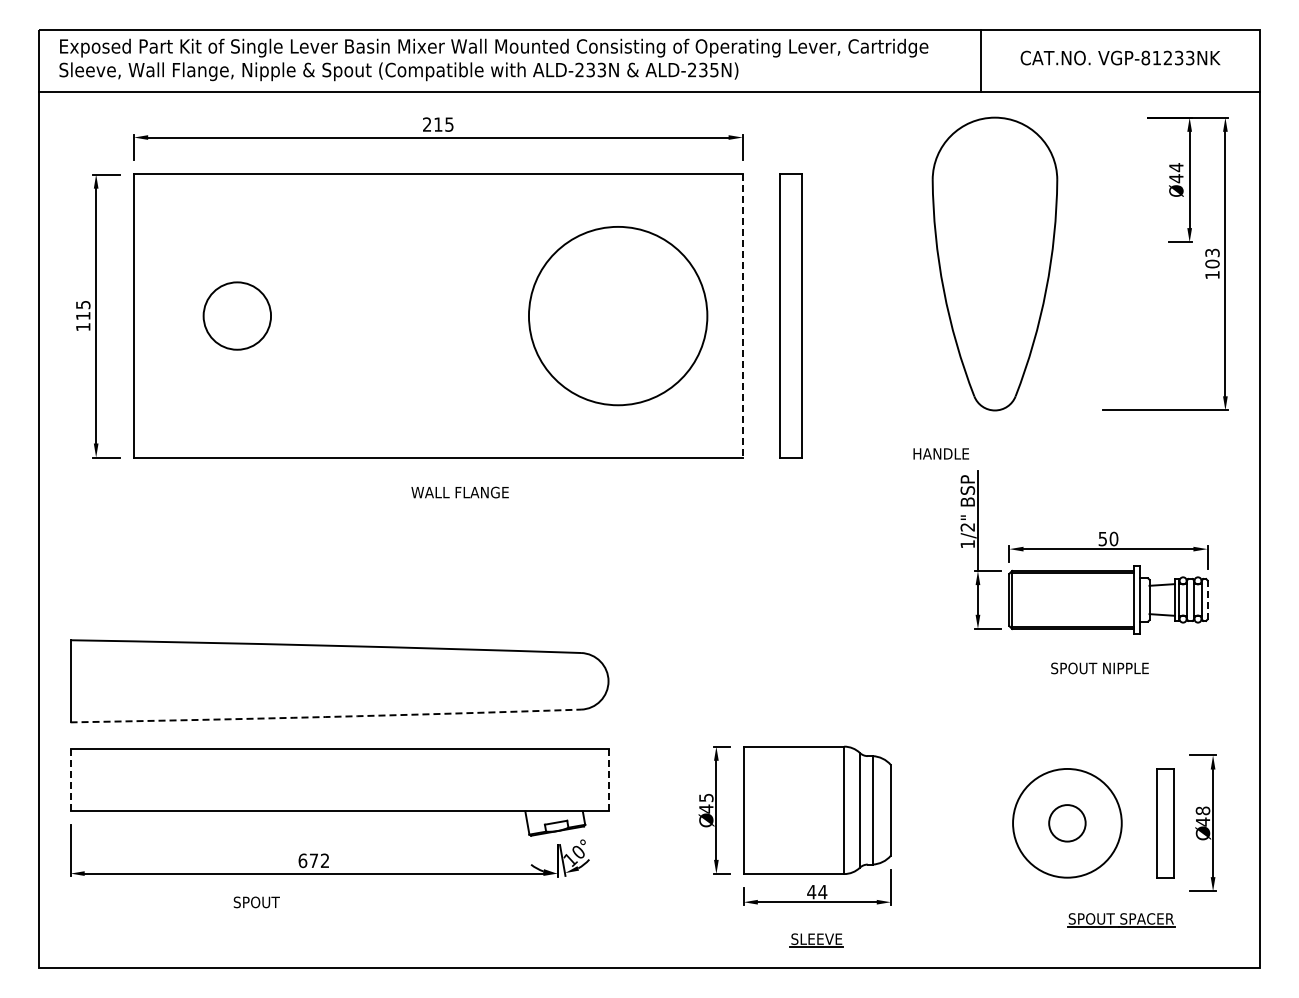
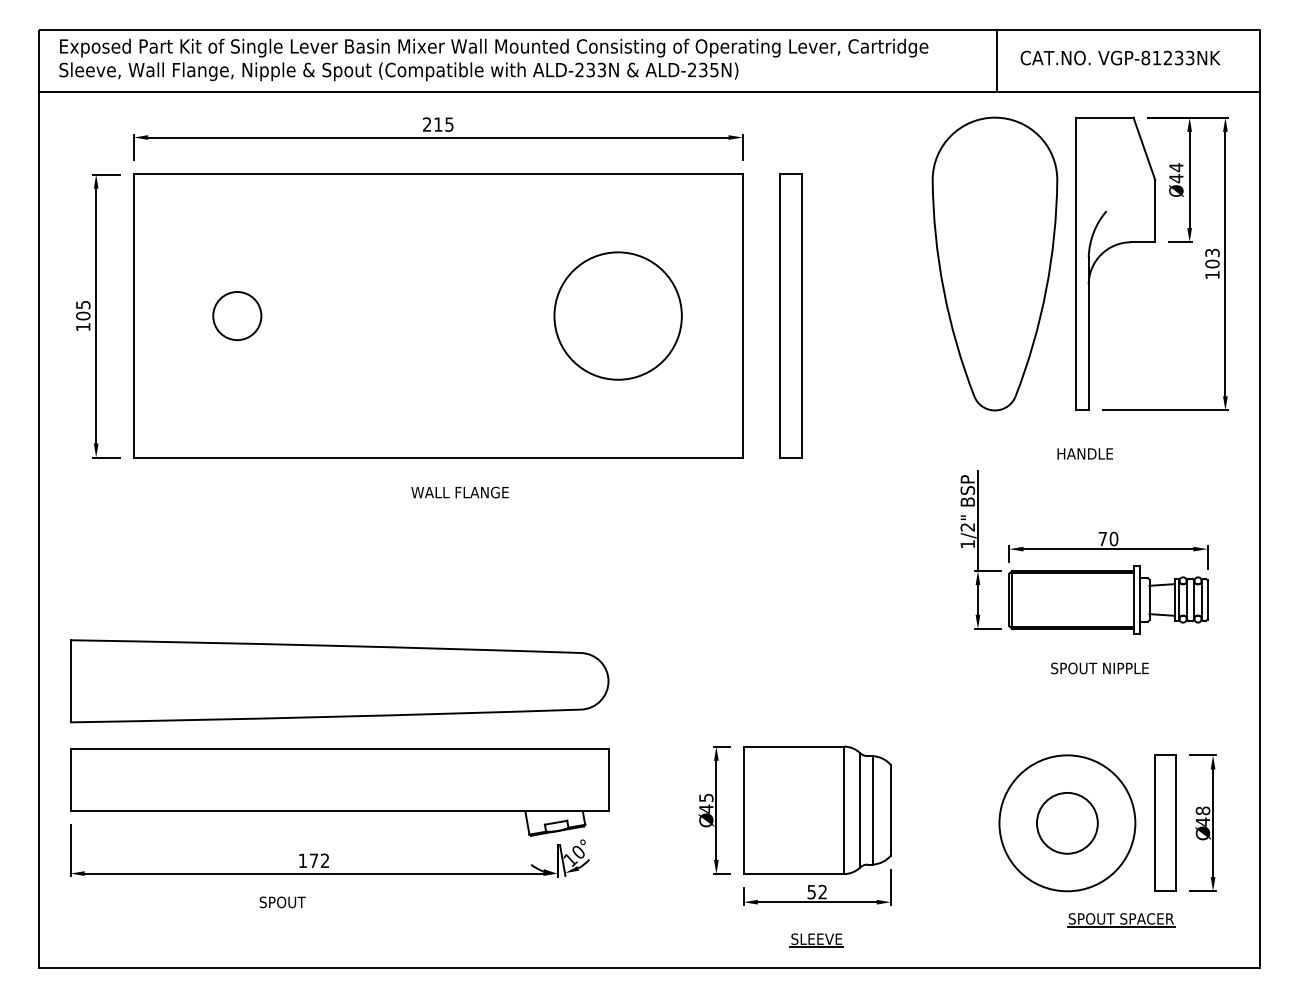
line at (981, 60) position: (981, 60) -> (997, 60)
part at (1105, 252): none -> present
text at (83, 315): 115 -> 105
circle at (237, 315) diameter: 67 px -> 48 px
circle at (617, 315) diameter: 178 px -> 127 px
line at (742, 316): dashed -> solid
text at (940, 453) position: (940, 453) -> (1084, 453)
text at (1102, 539): 50 -> 70
line at (1207, 599): dashed -> solid
arc at (325, 717): dashed -> solid
line at (70, 780): dashed -> solid
line at (608, 780): dashed -> solid
circle at (1067, 822) diameter: 109 px -> 136 px
circle at (1067, 823) diameter: 37 px -> 61 px
part at (1165, 823) size: 19x111 px -> 23x138 px
text at (302, 860): 672 -> 172
text at (817, 891): 44 -> 52
text at (256, 902) position: (256, 902) -> (282, 902)
